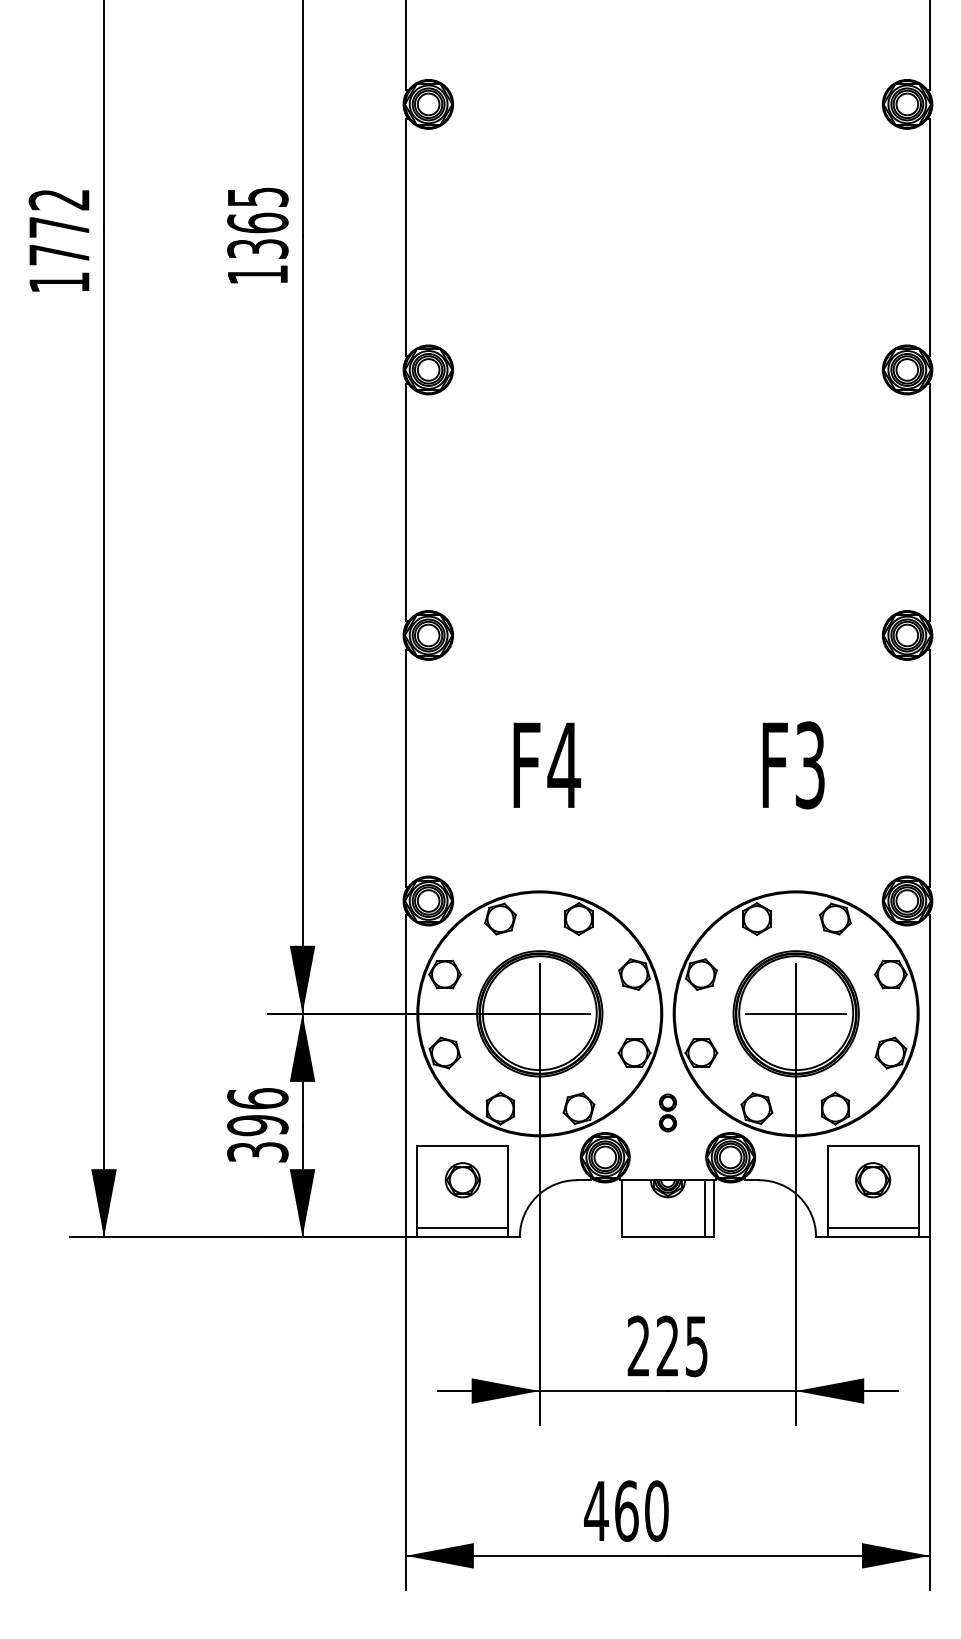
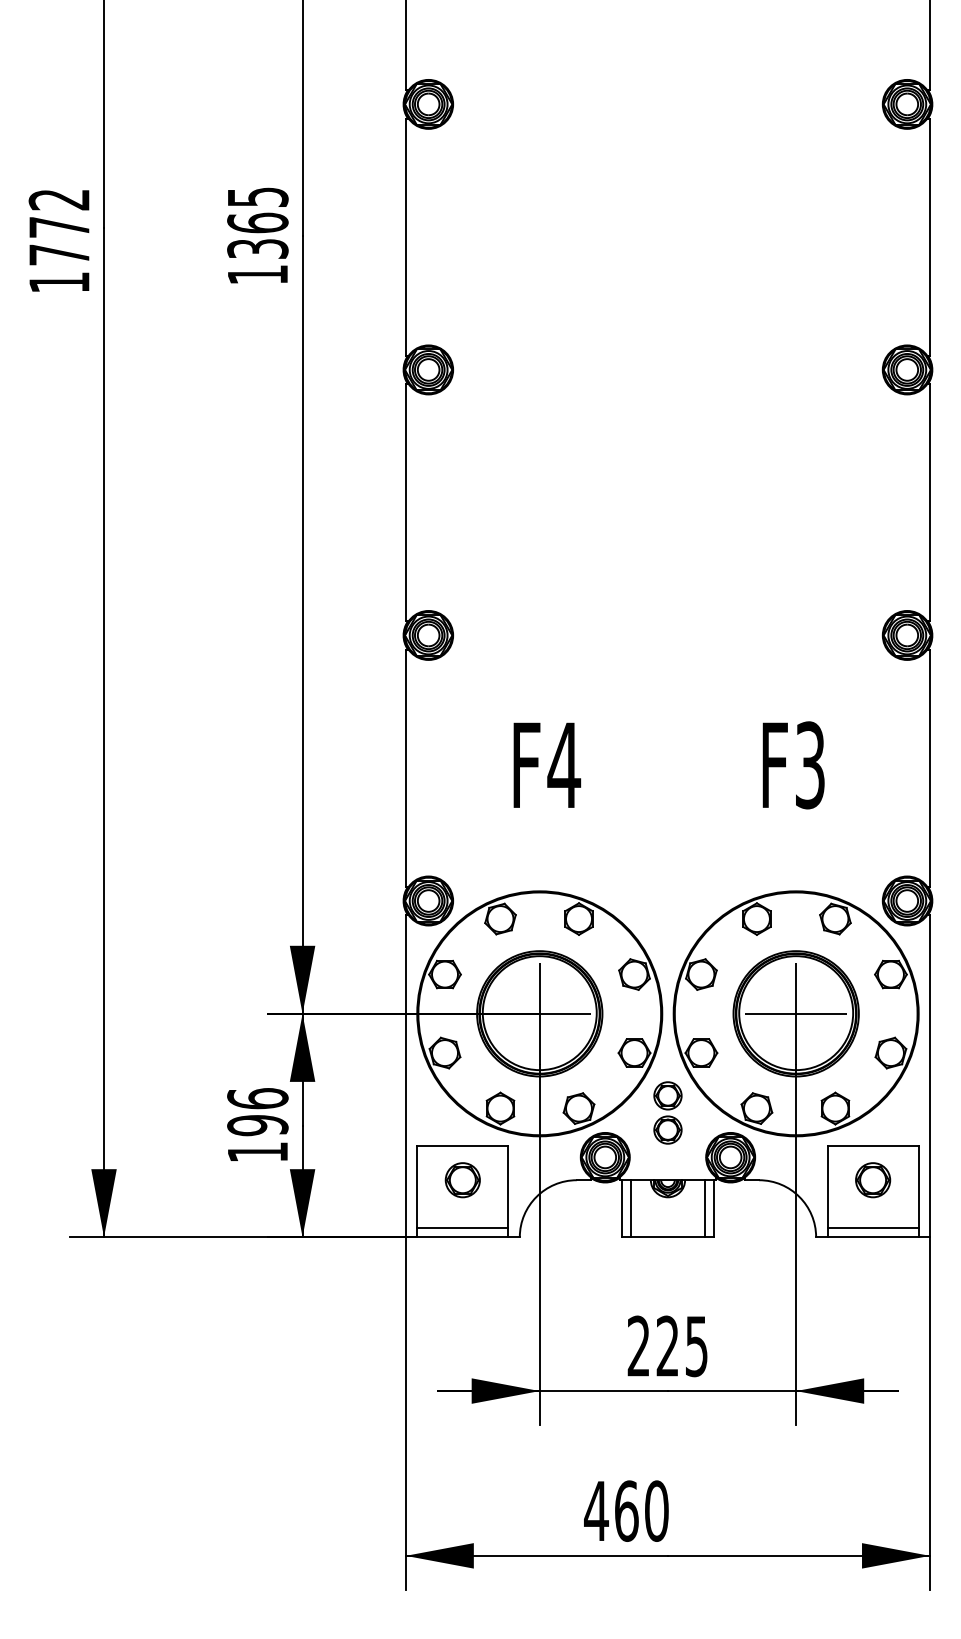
part at (667, 1112) size: 20x40 px -> 30x64 px
text at (257, 1152): 396 -> 196
line at (630, 1208): none -> present
